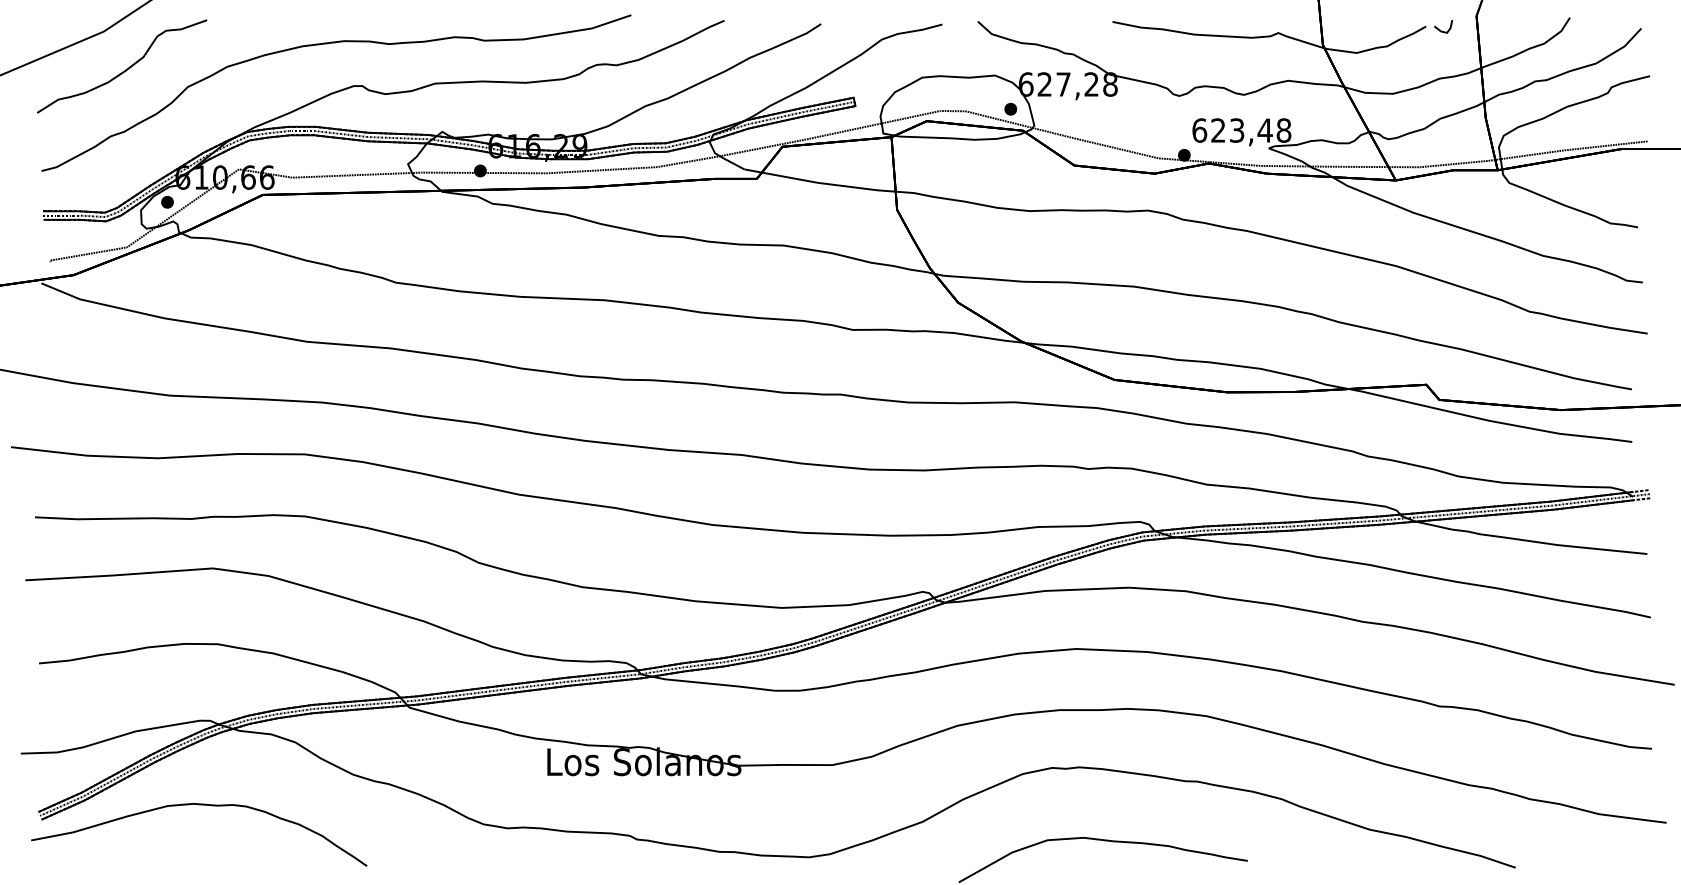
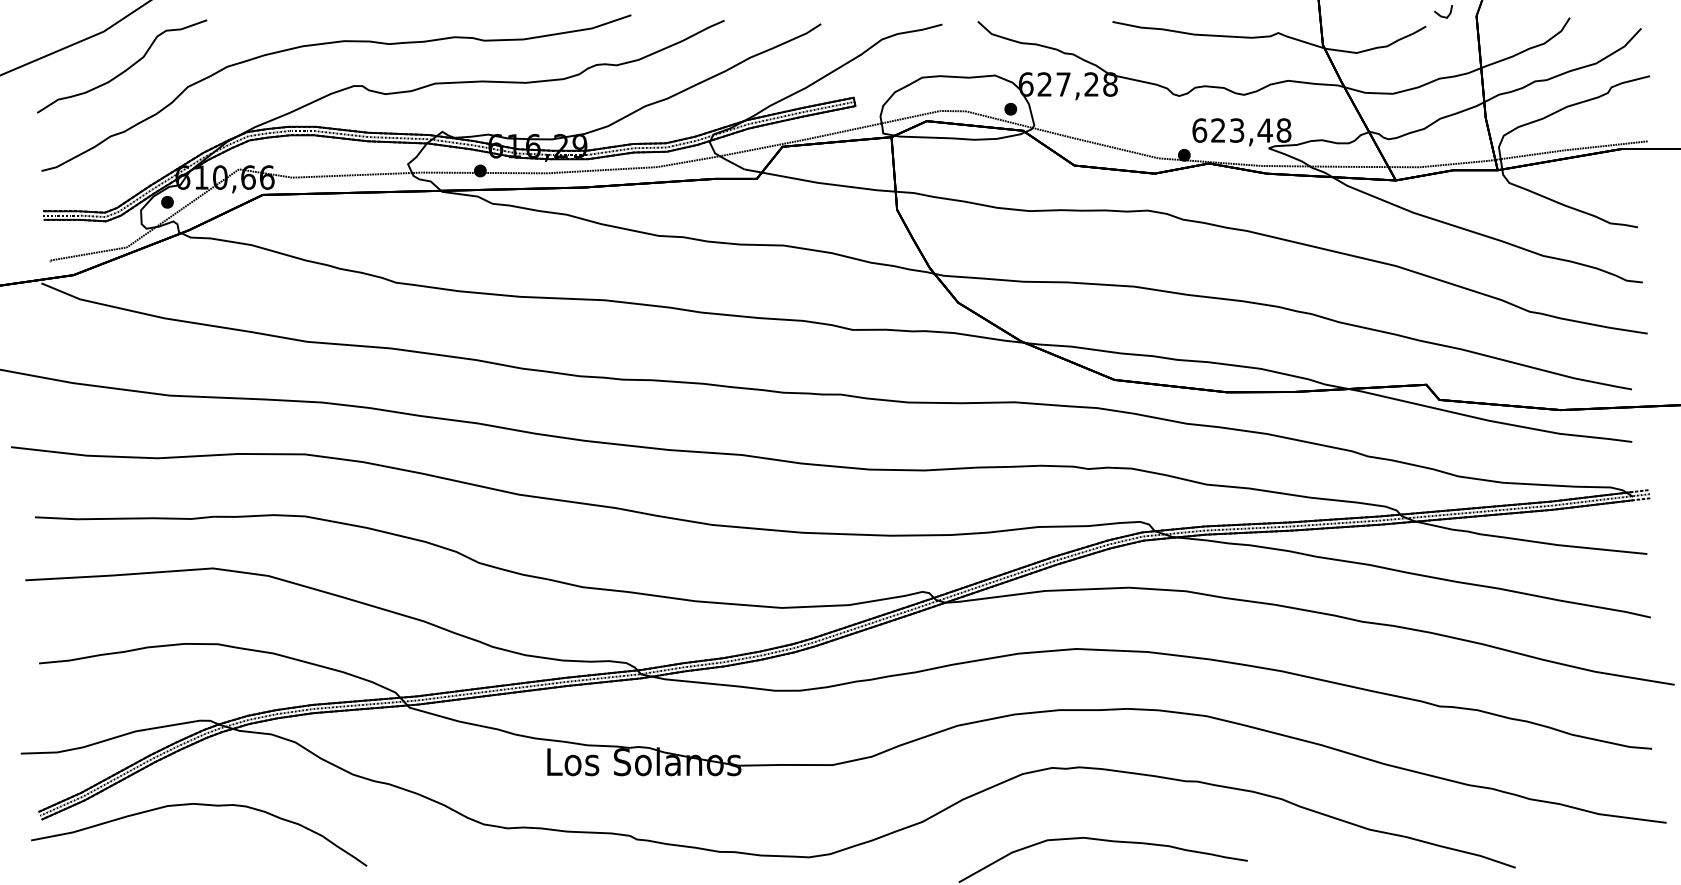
line at (1442, 30) position: (1442, 30) -> (1442, 15)
